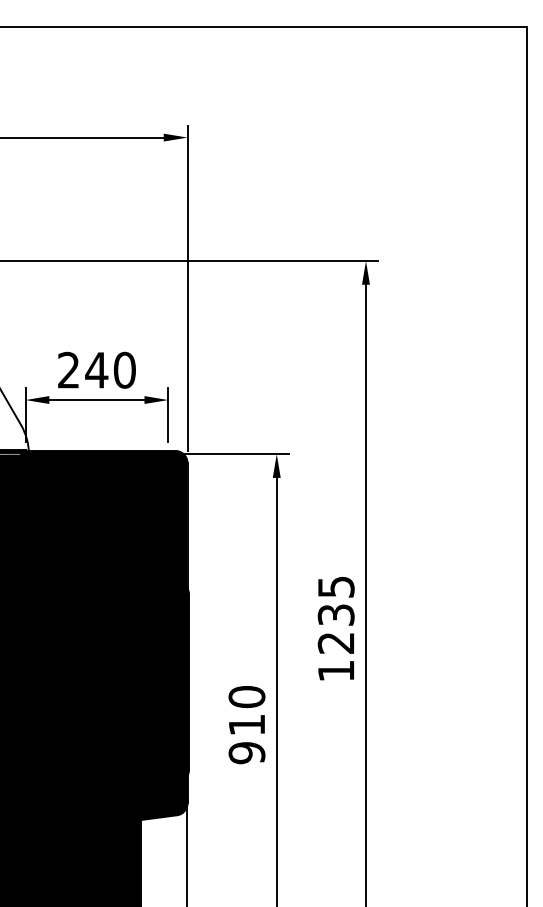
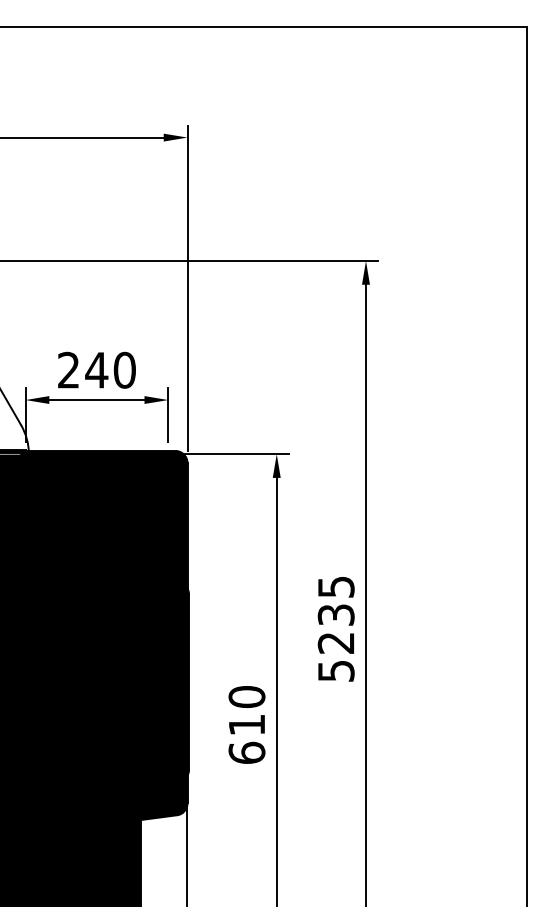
text at (336, 671): 1235 -> 5235
text at (246, 752): 910 -> 610
